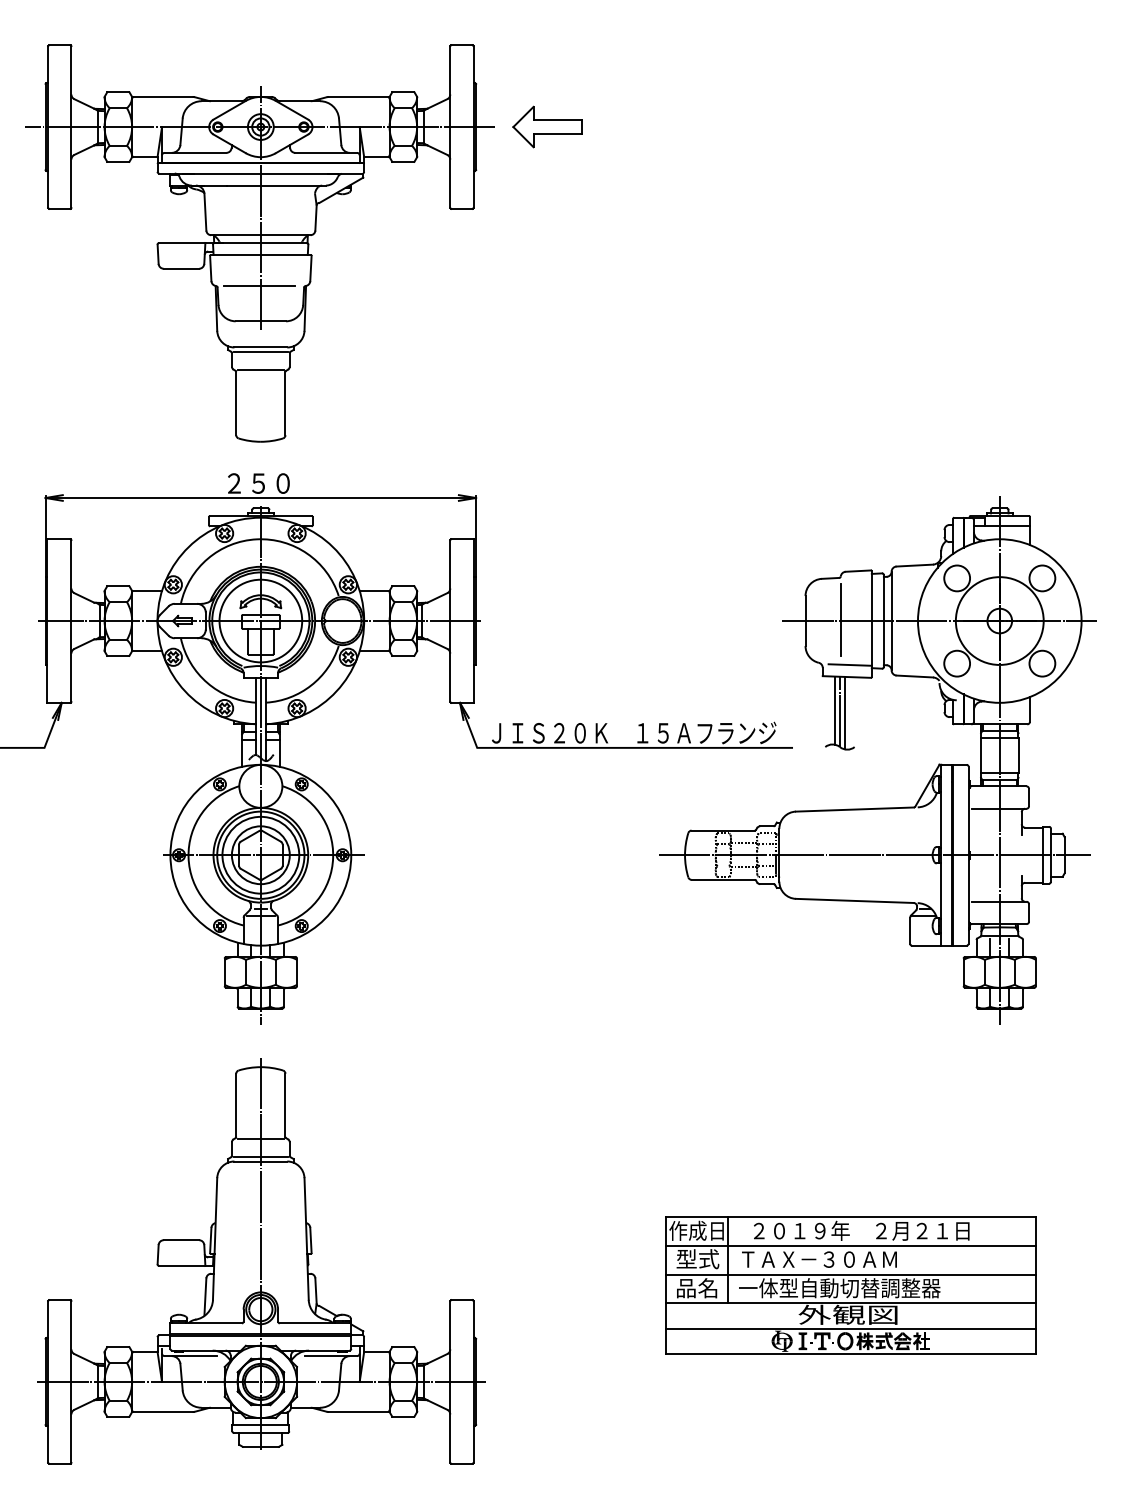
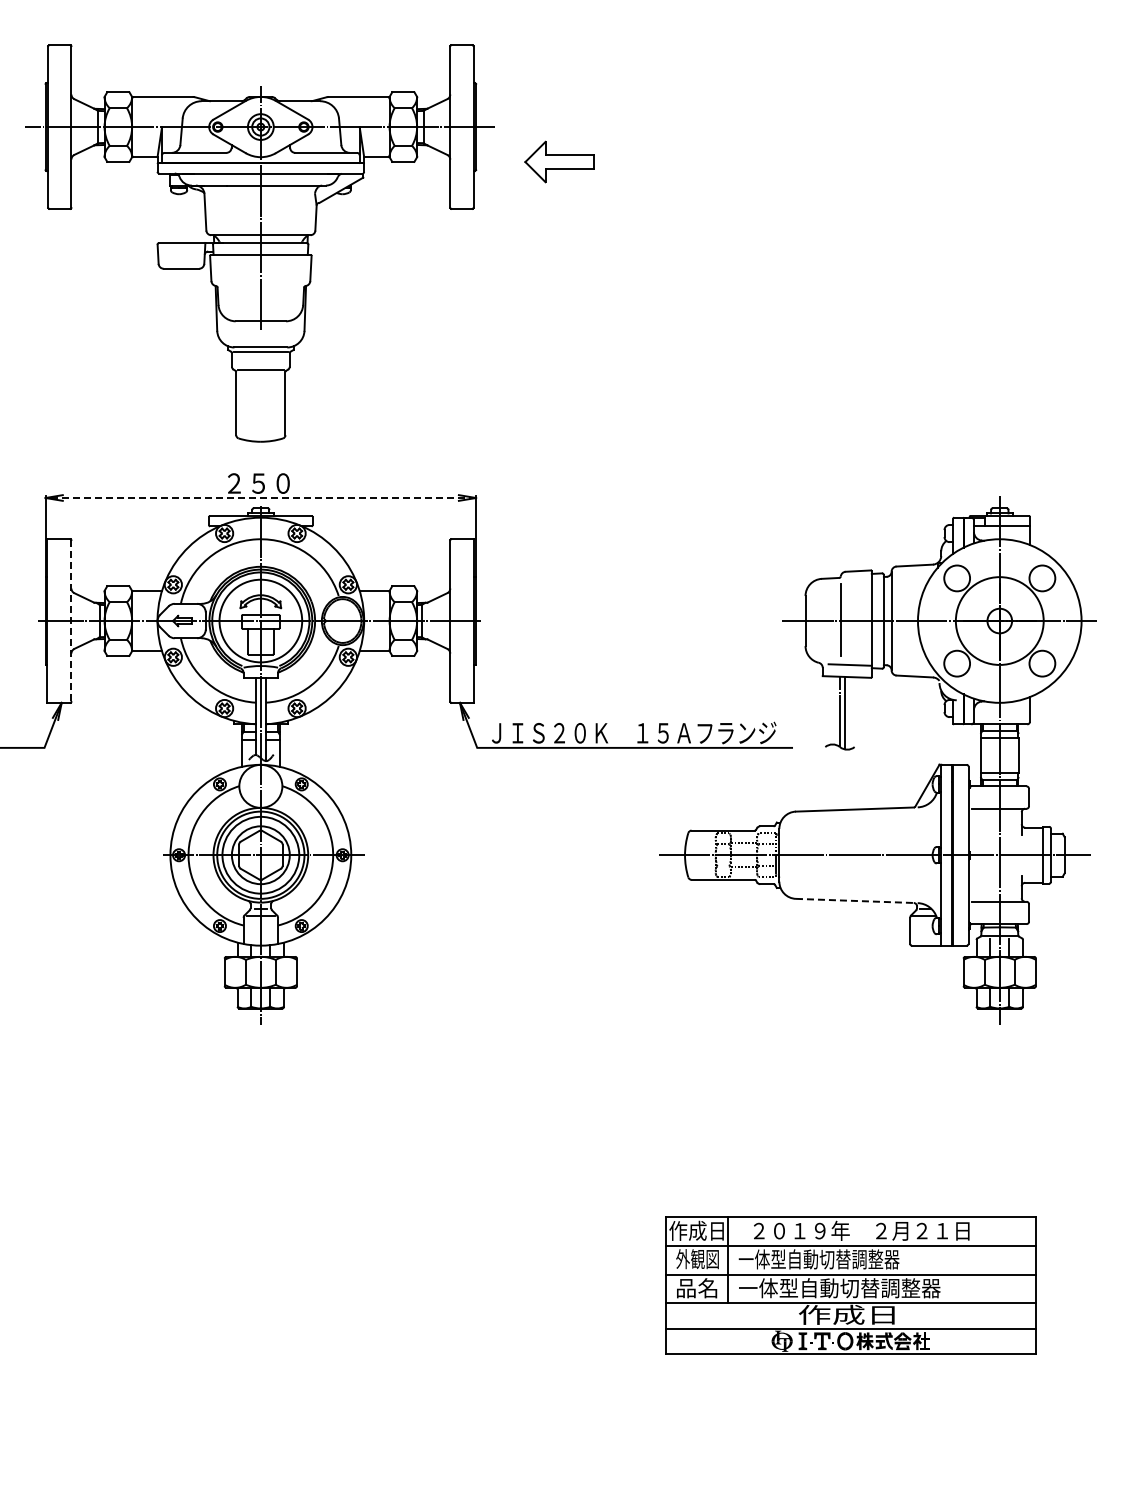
part at (547, 126) position: (547, 126) -> (559, 161)
line at (259, 286): present -> none
line at (260, 498): solid -> dashed
line at (71, 621): solid -> dashed
line at (834, 710): present -> none
line at (854, 900): solid -> dashed
text at (697, 1259): 型式 -> 外観図
text at (818, 1259): ＴＡＸ－３０ＡＭ -> 一体型自動切替調整器
part at (261, 1261): present -> none
text at (847, 1314): 外観図 -> 作成日
